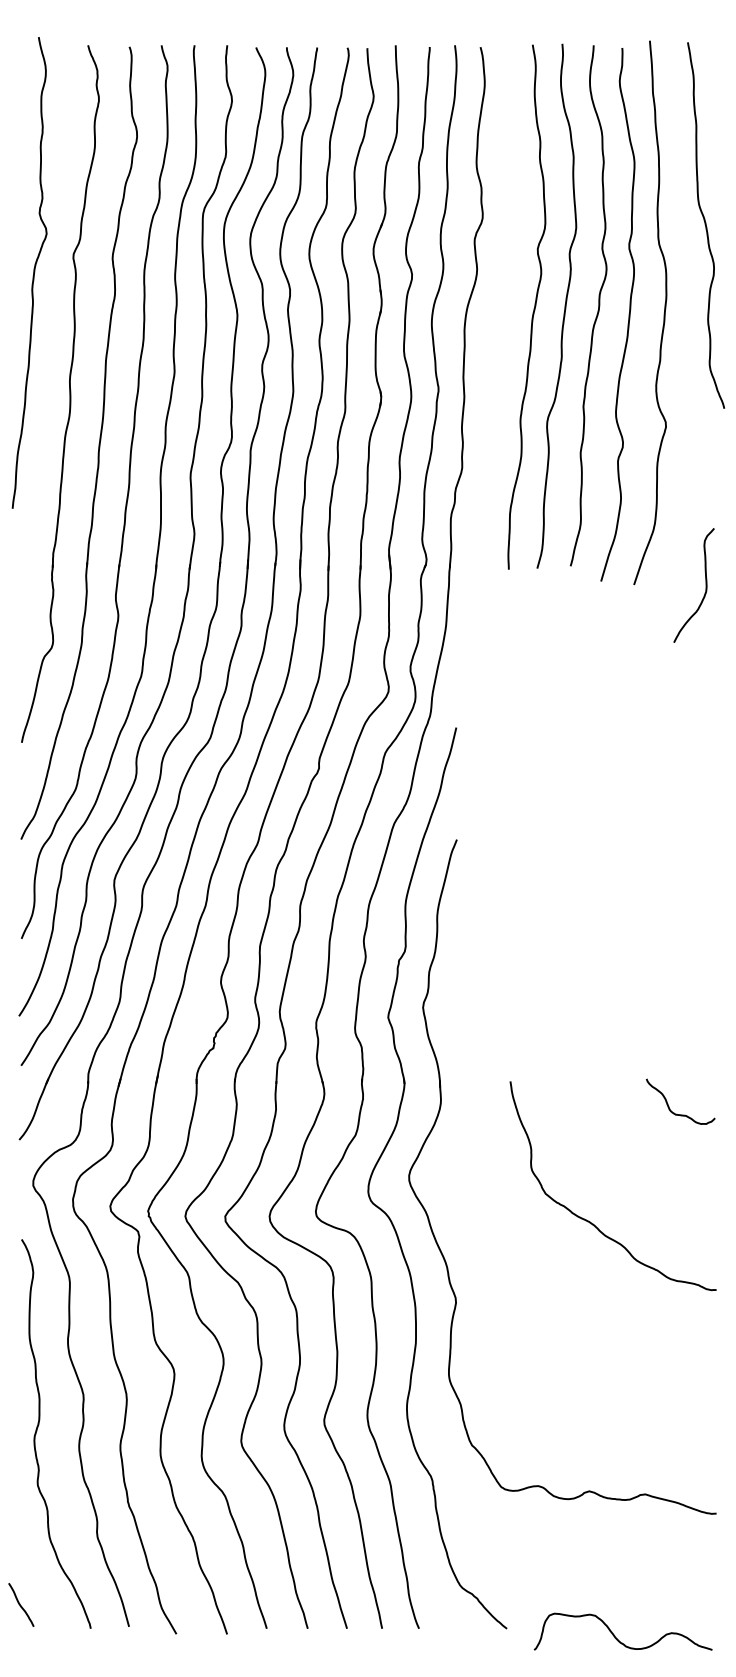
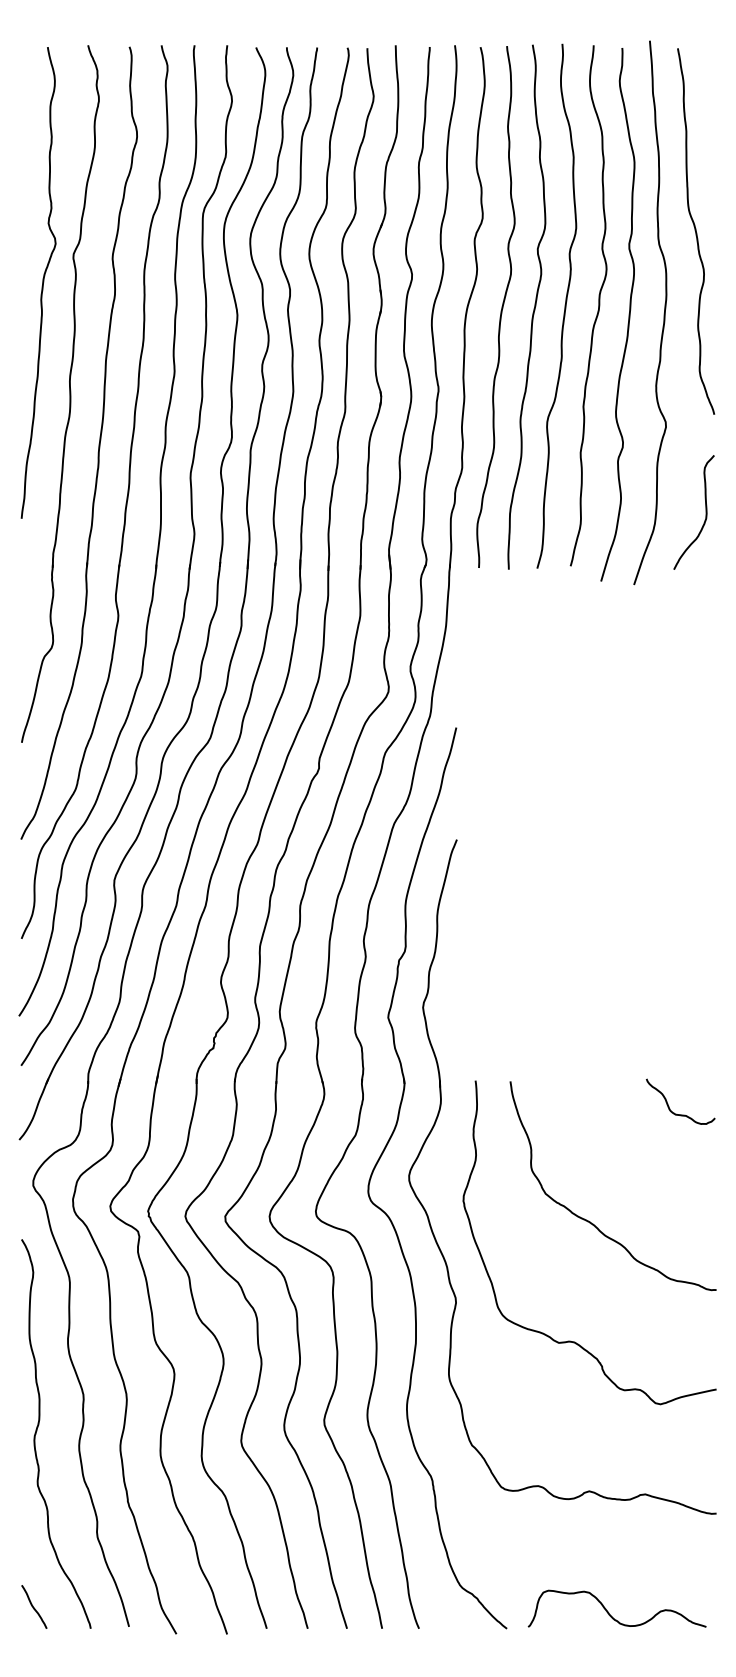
curve at (706, 225) position: (706, 225) -> (696, 231)
curve at (33, 272) position: (33, 272) -> (42, 282)
curve at (501, 306): none -> present
curve at (705, 585) position: (705, 585) -> (705, 512)
curve at (570, 1340): none -> present
curve at (20, 1604) position: (20, 1604) -> (33, 1606)
curve at (615, 1635) position: (615, 1635) -> (609, 1612)
